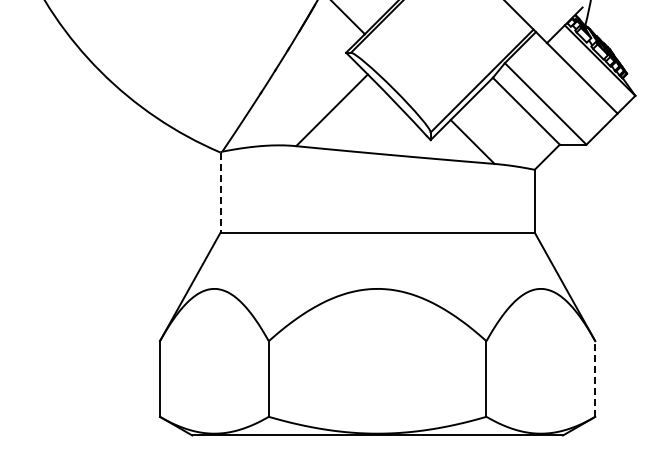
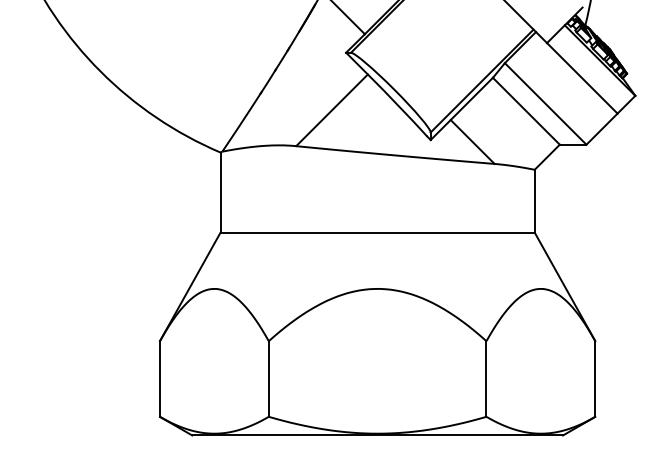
line at (220, 193): dashed -> solid
line at (595, 379): dashed -> solid
